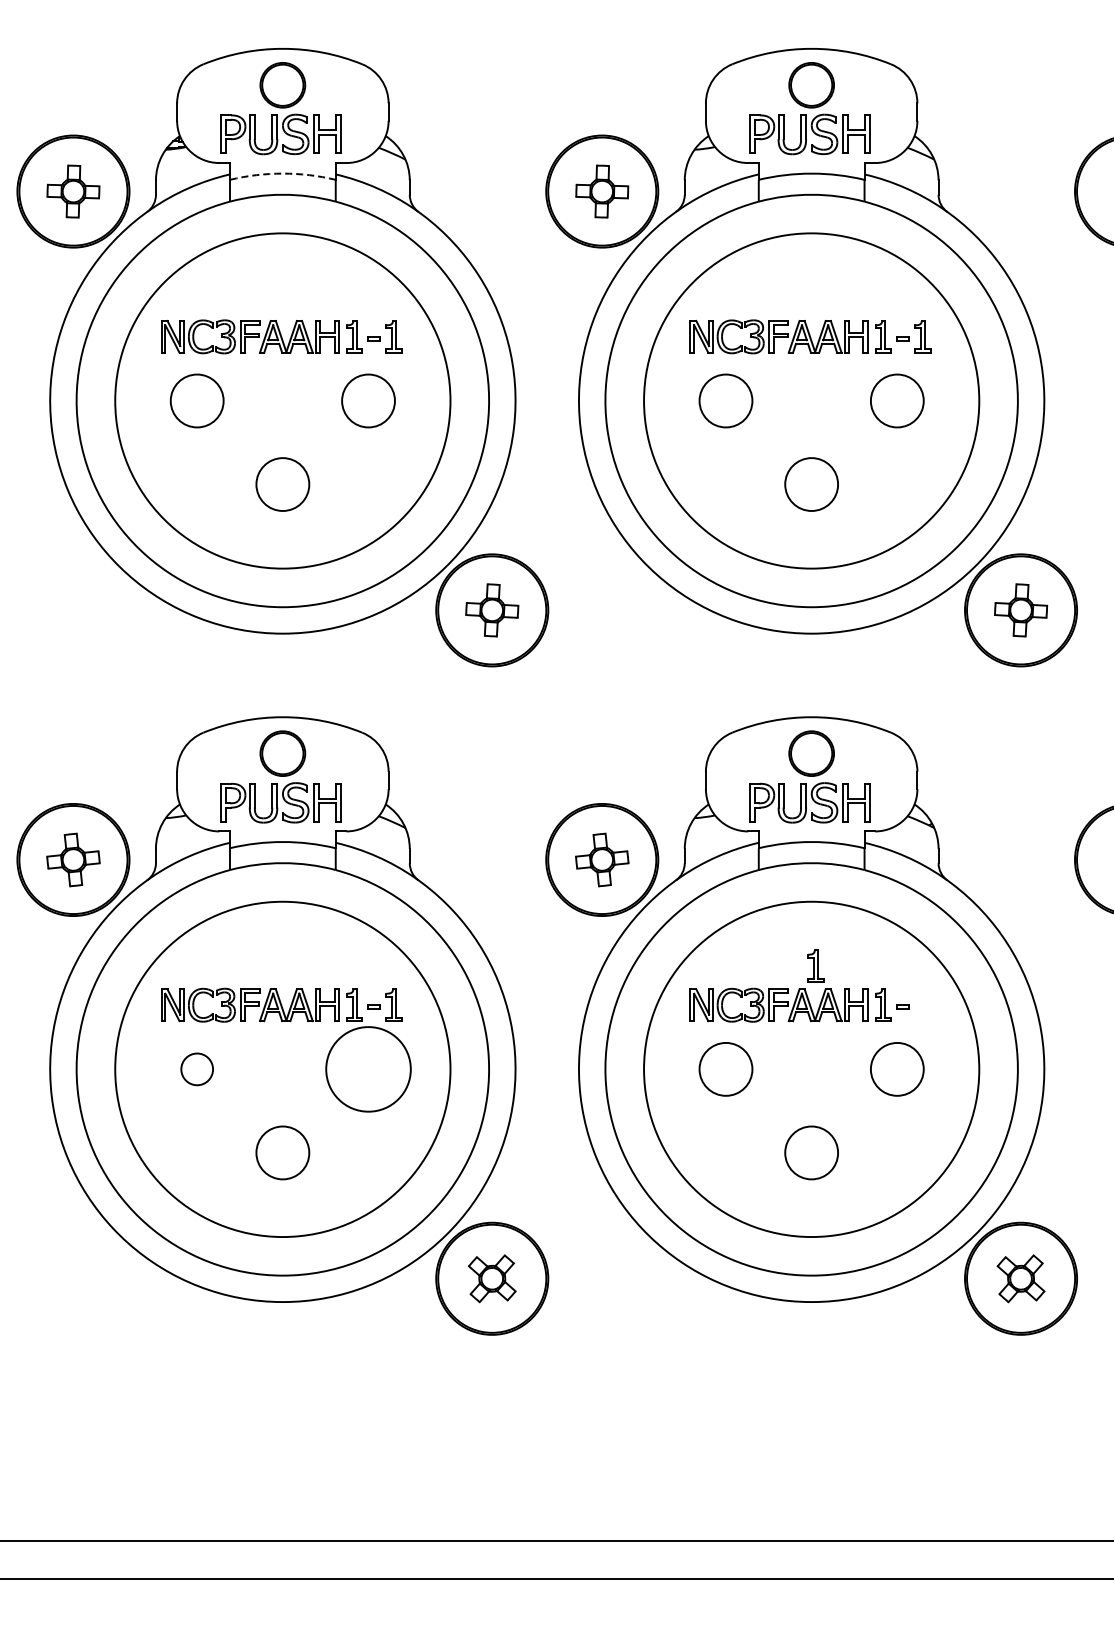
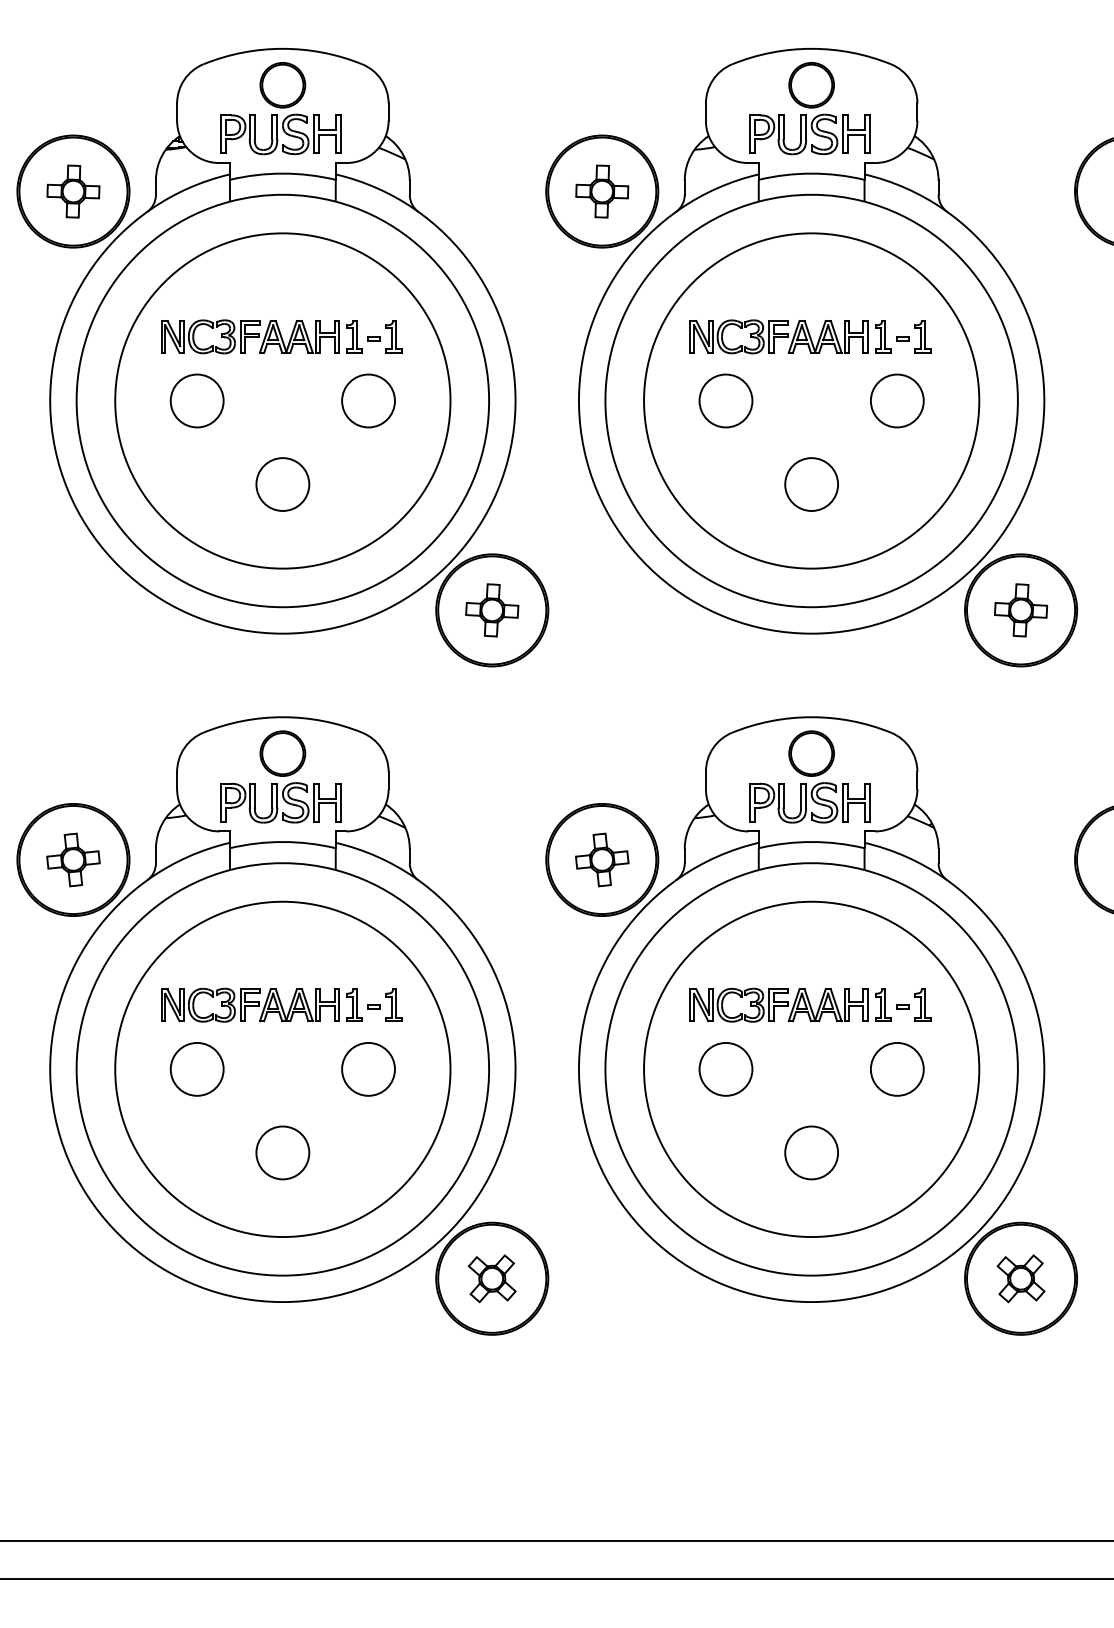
arc at (282, 173): dashed -> solid
part at (815, 965) position: (815, 965) -> (922, 1004)
circle at (197, 1069) diameter: 32 px -> 53 px
circle at (368, 1069) diameter: 85 px -> 53 px
